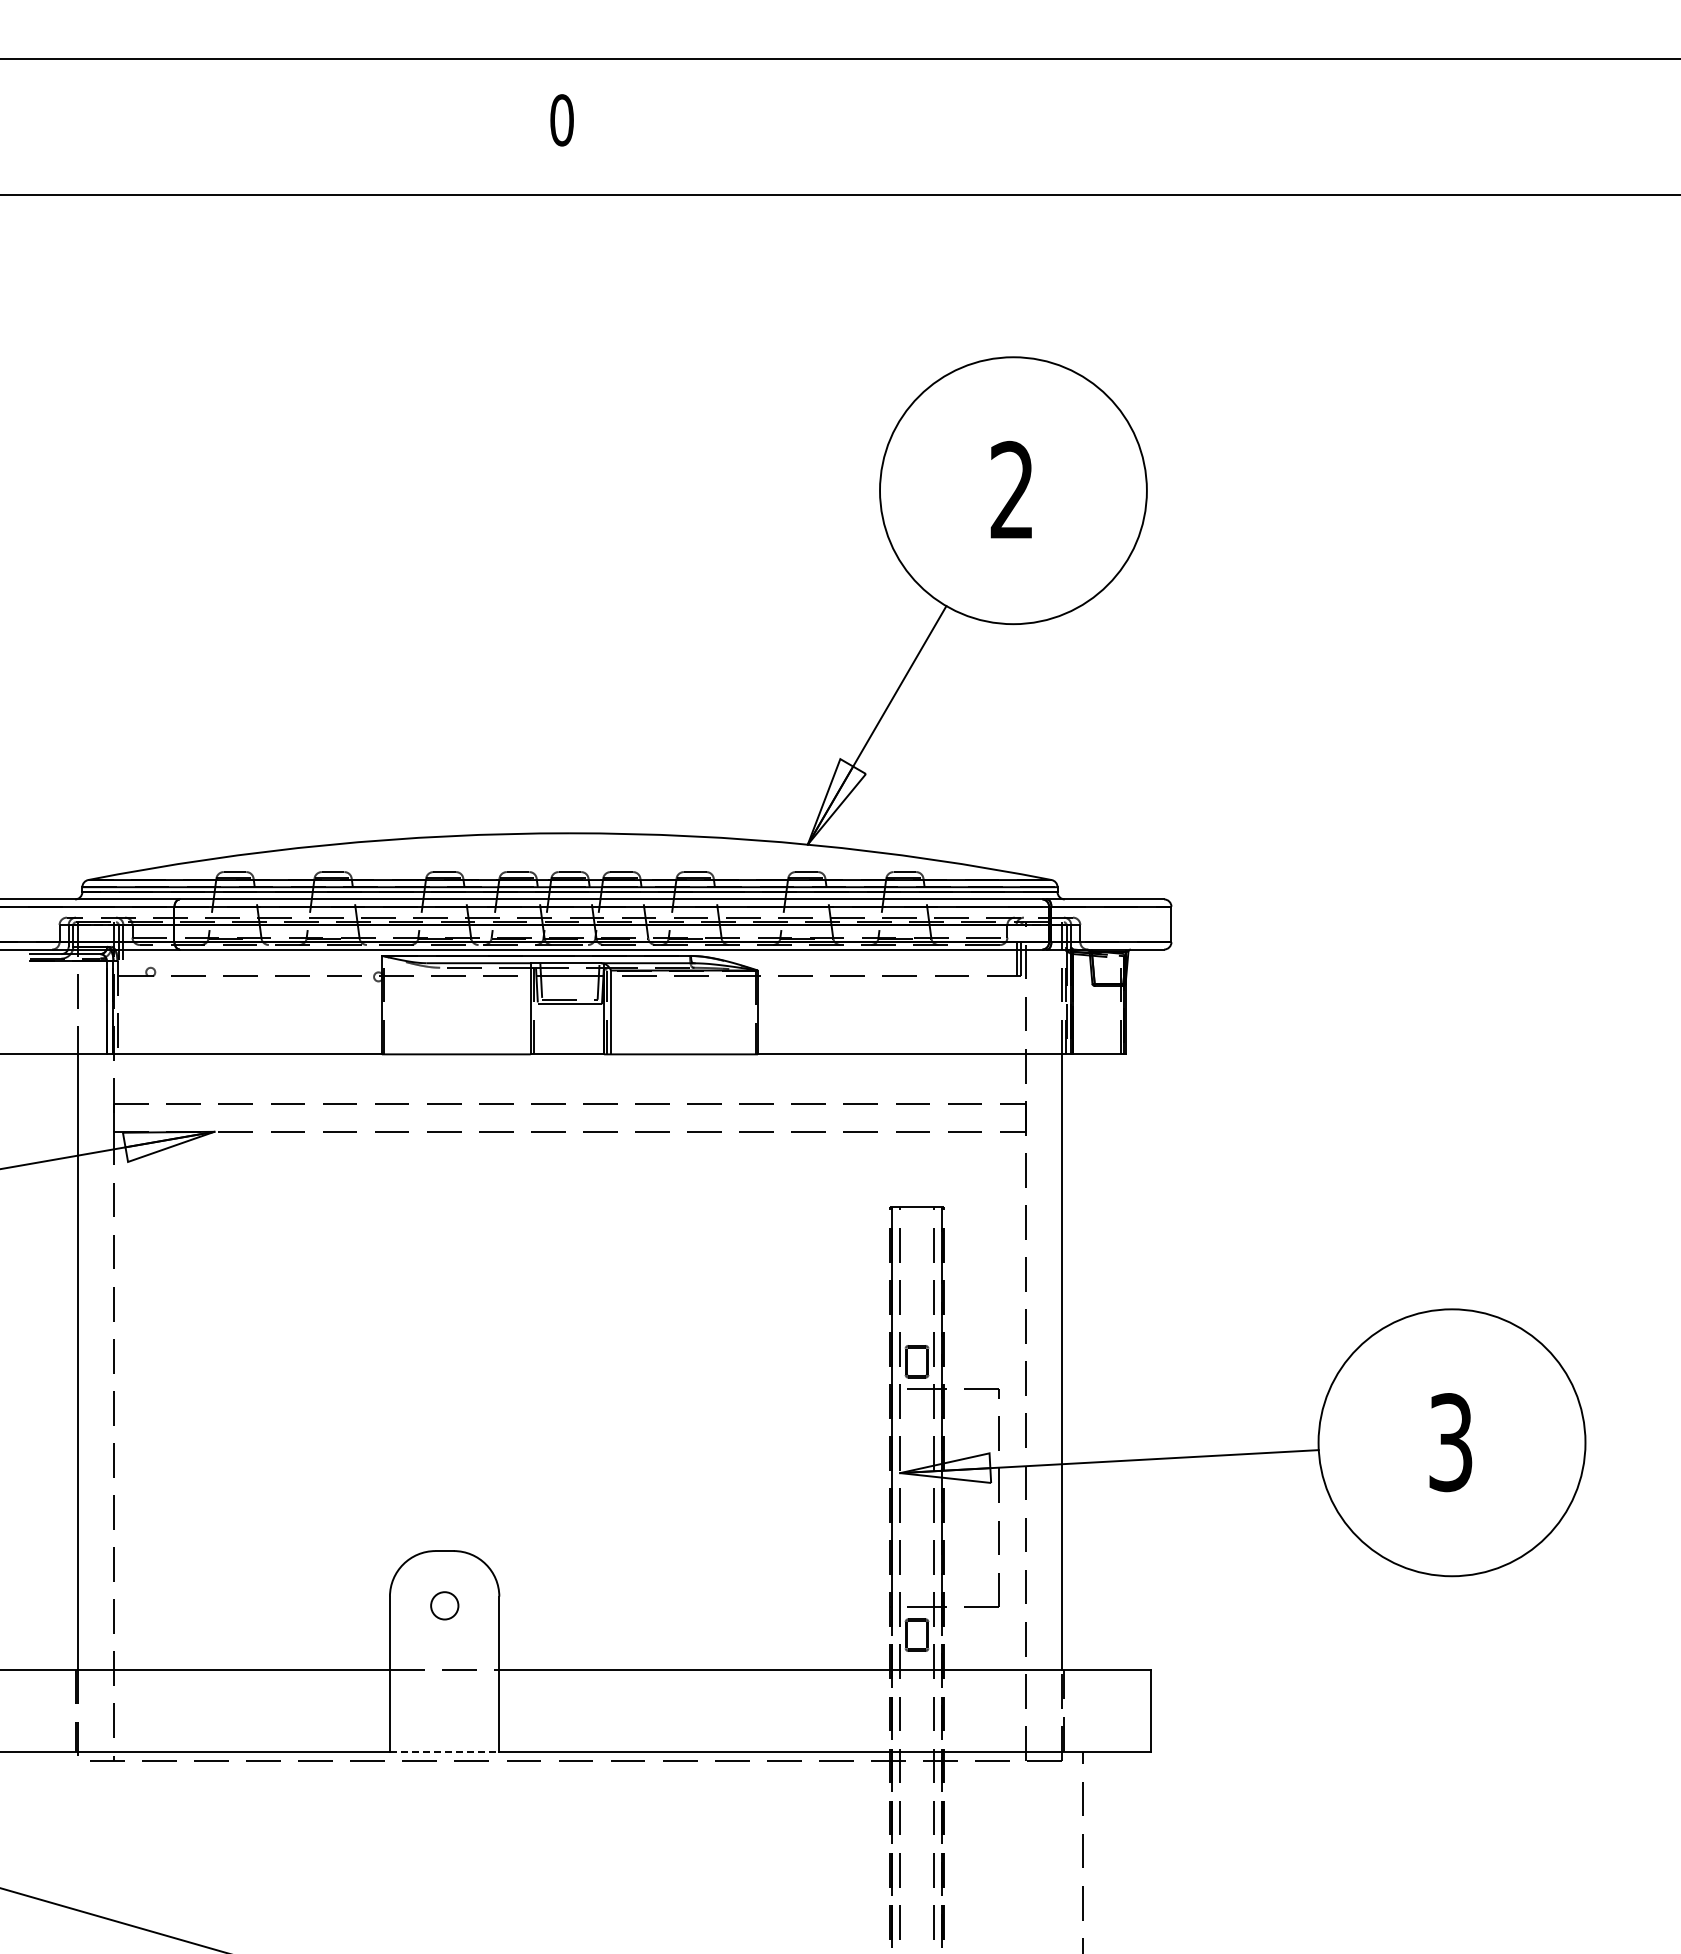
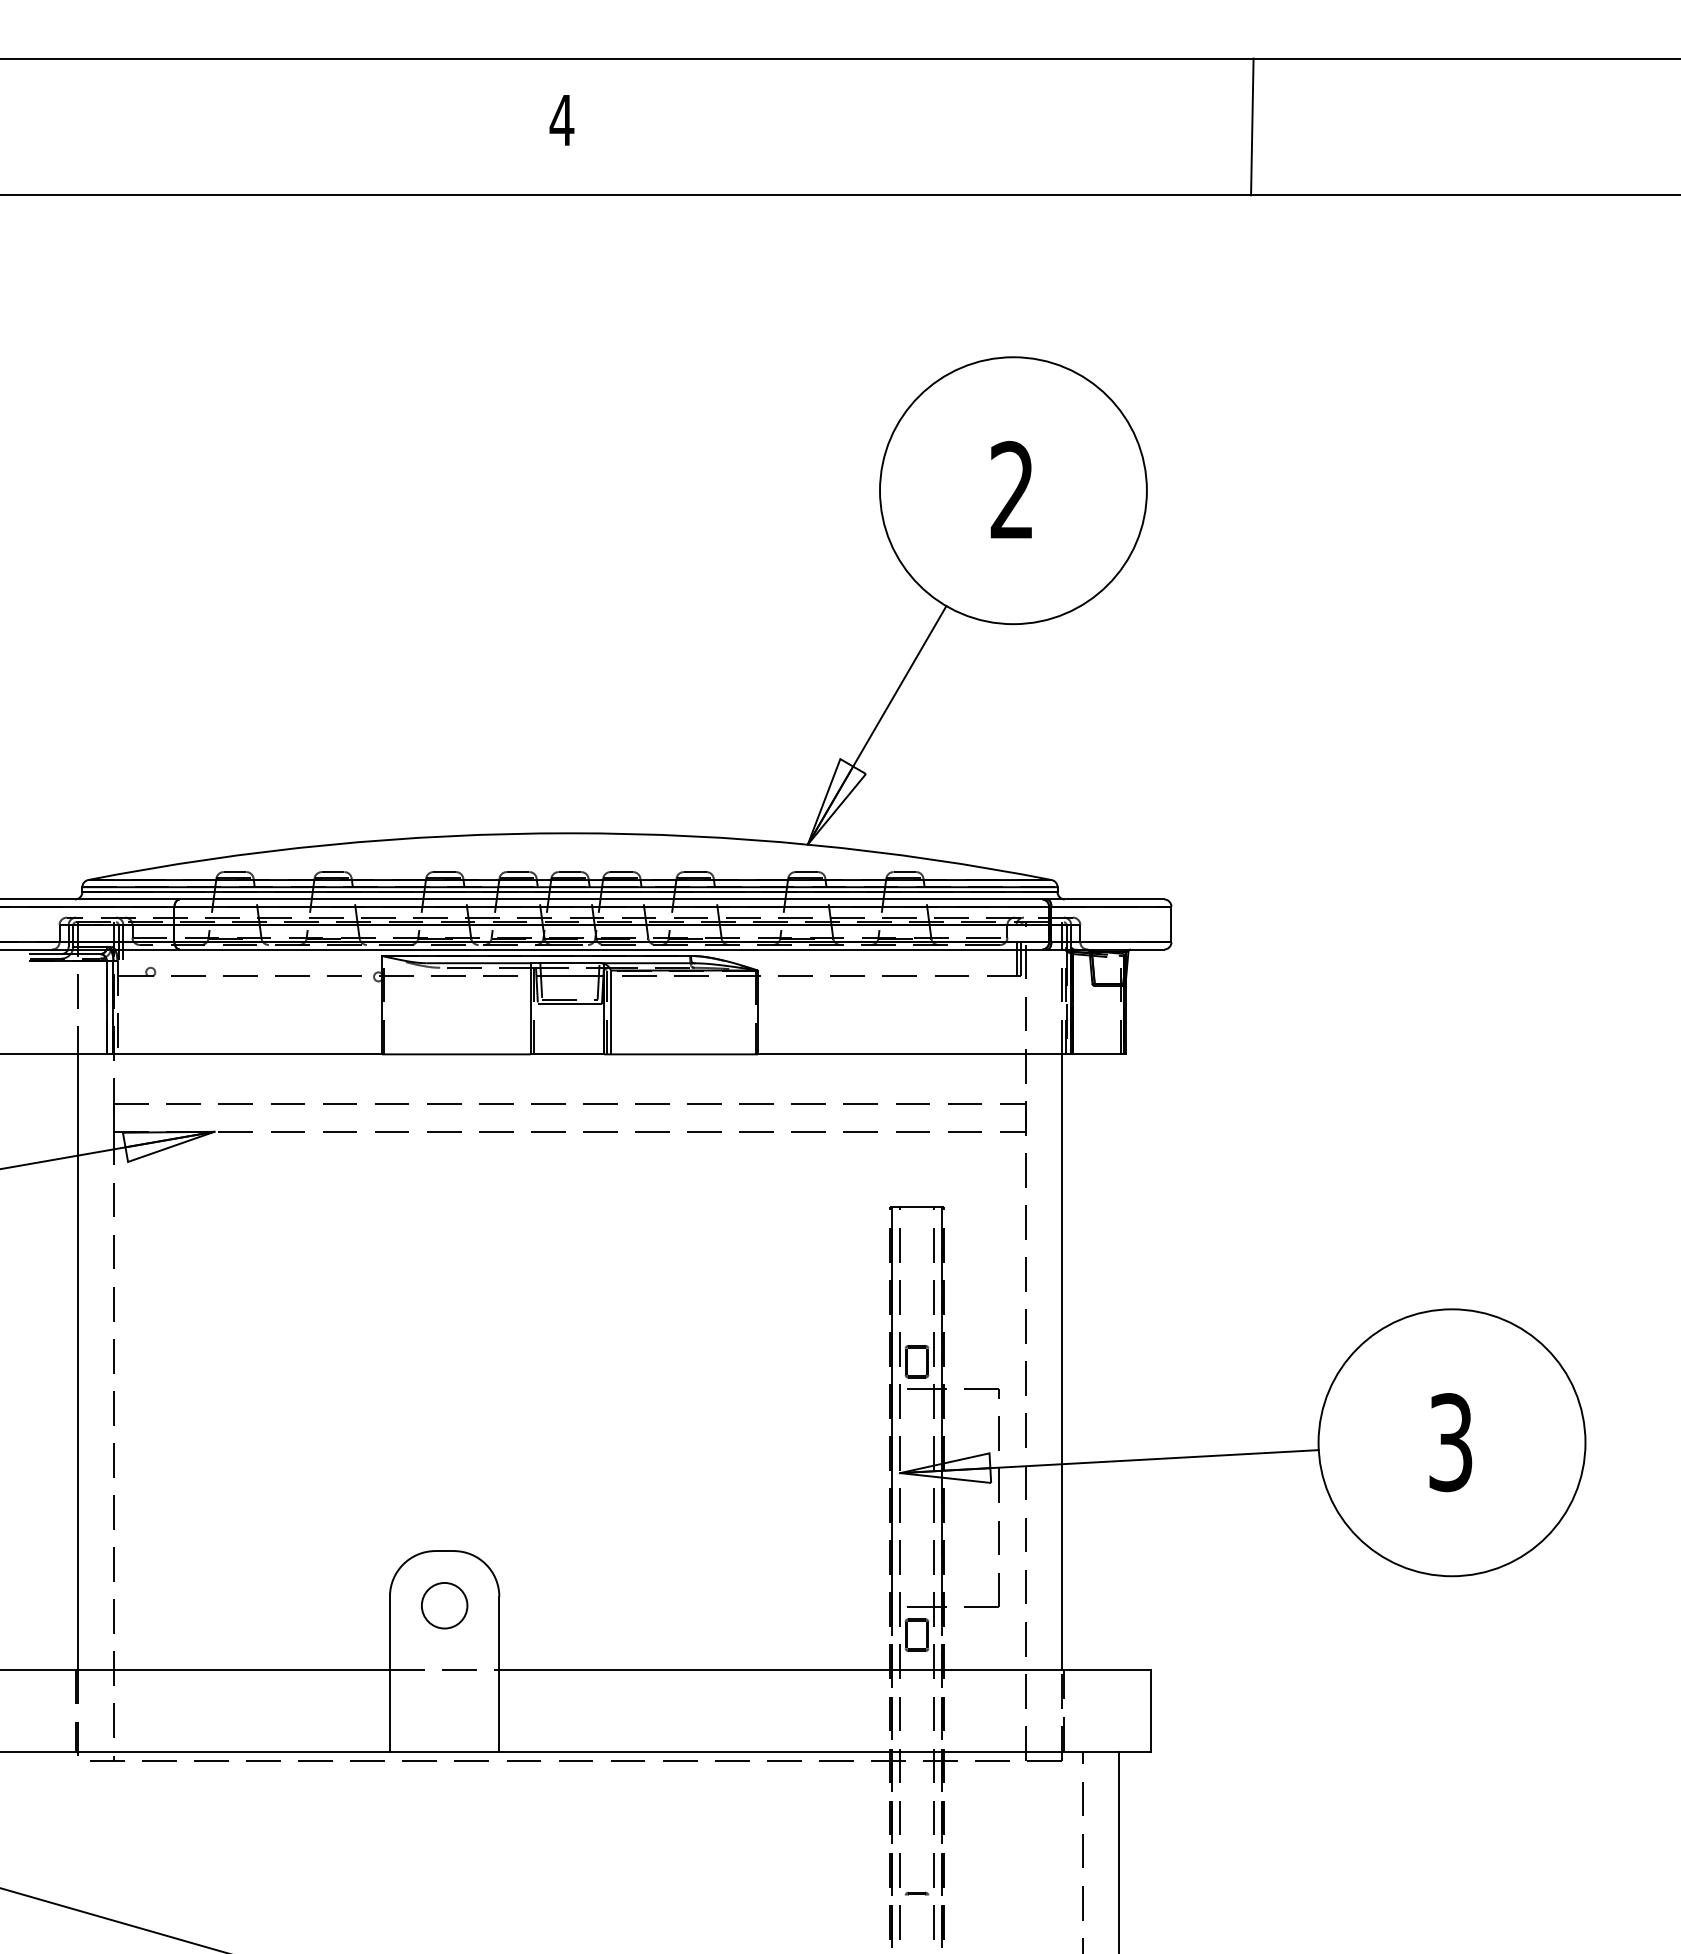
text at (561, 120): 0 -> 4
line at (1252, 126): none -> present
circle at (444, 1605) size: 30x30 px -> 48x48 px
line at (444, 1751): dashed -> solid
line at (1119, 1850): none -> present
line at (916, 1893): none -> present
